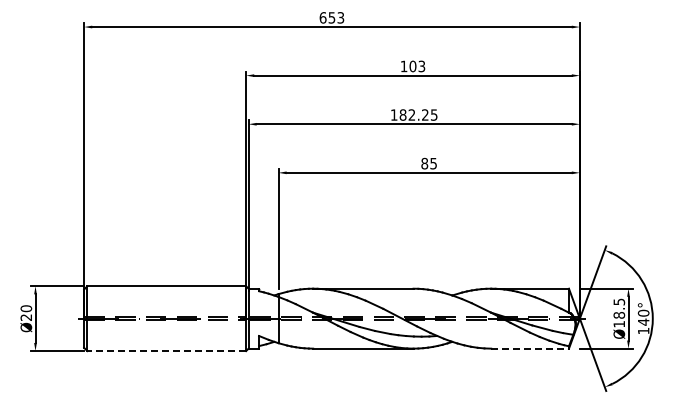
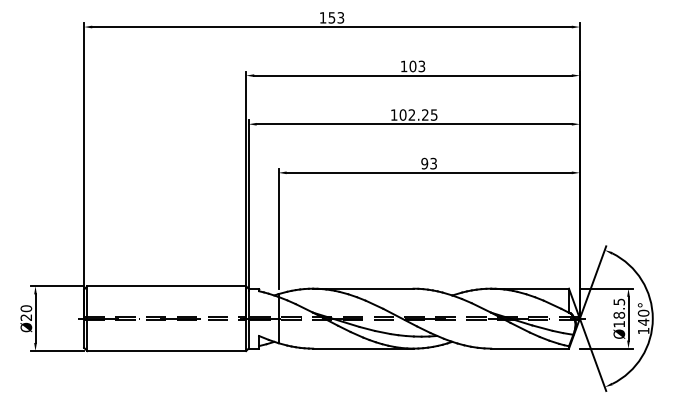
text at (322, 17): 653 -> 153
text at (402, 114): 182.25 -> 102.25
text at (428, 163): 85 -> 93
line at (530, 348): dashed -> solid
line at (166, 351): dashed -> solid
